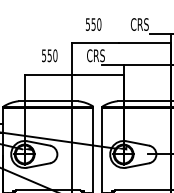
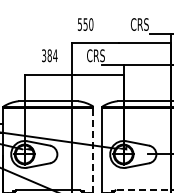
text at (93, 24) position: (93, 24) -> (85, 24)
text at (49, 55): 550 -> 384
line at (93, 150): solid -> dashed
line at (144, 190): solid -> dashed
